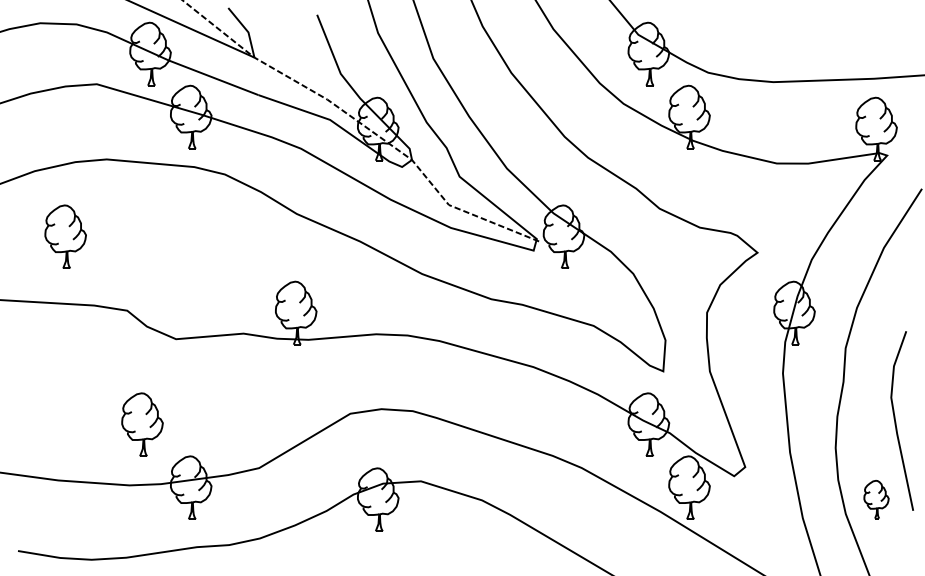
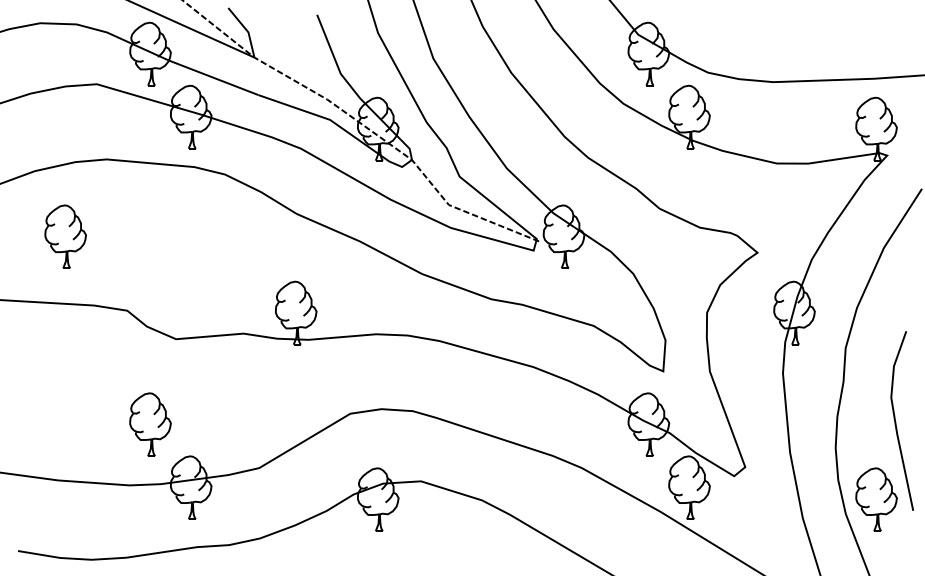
part at (142, 424) position: (142, 424) -> (150, 424)
part at (876, 499) size: 27x40 px -> 43x65 px
